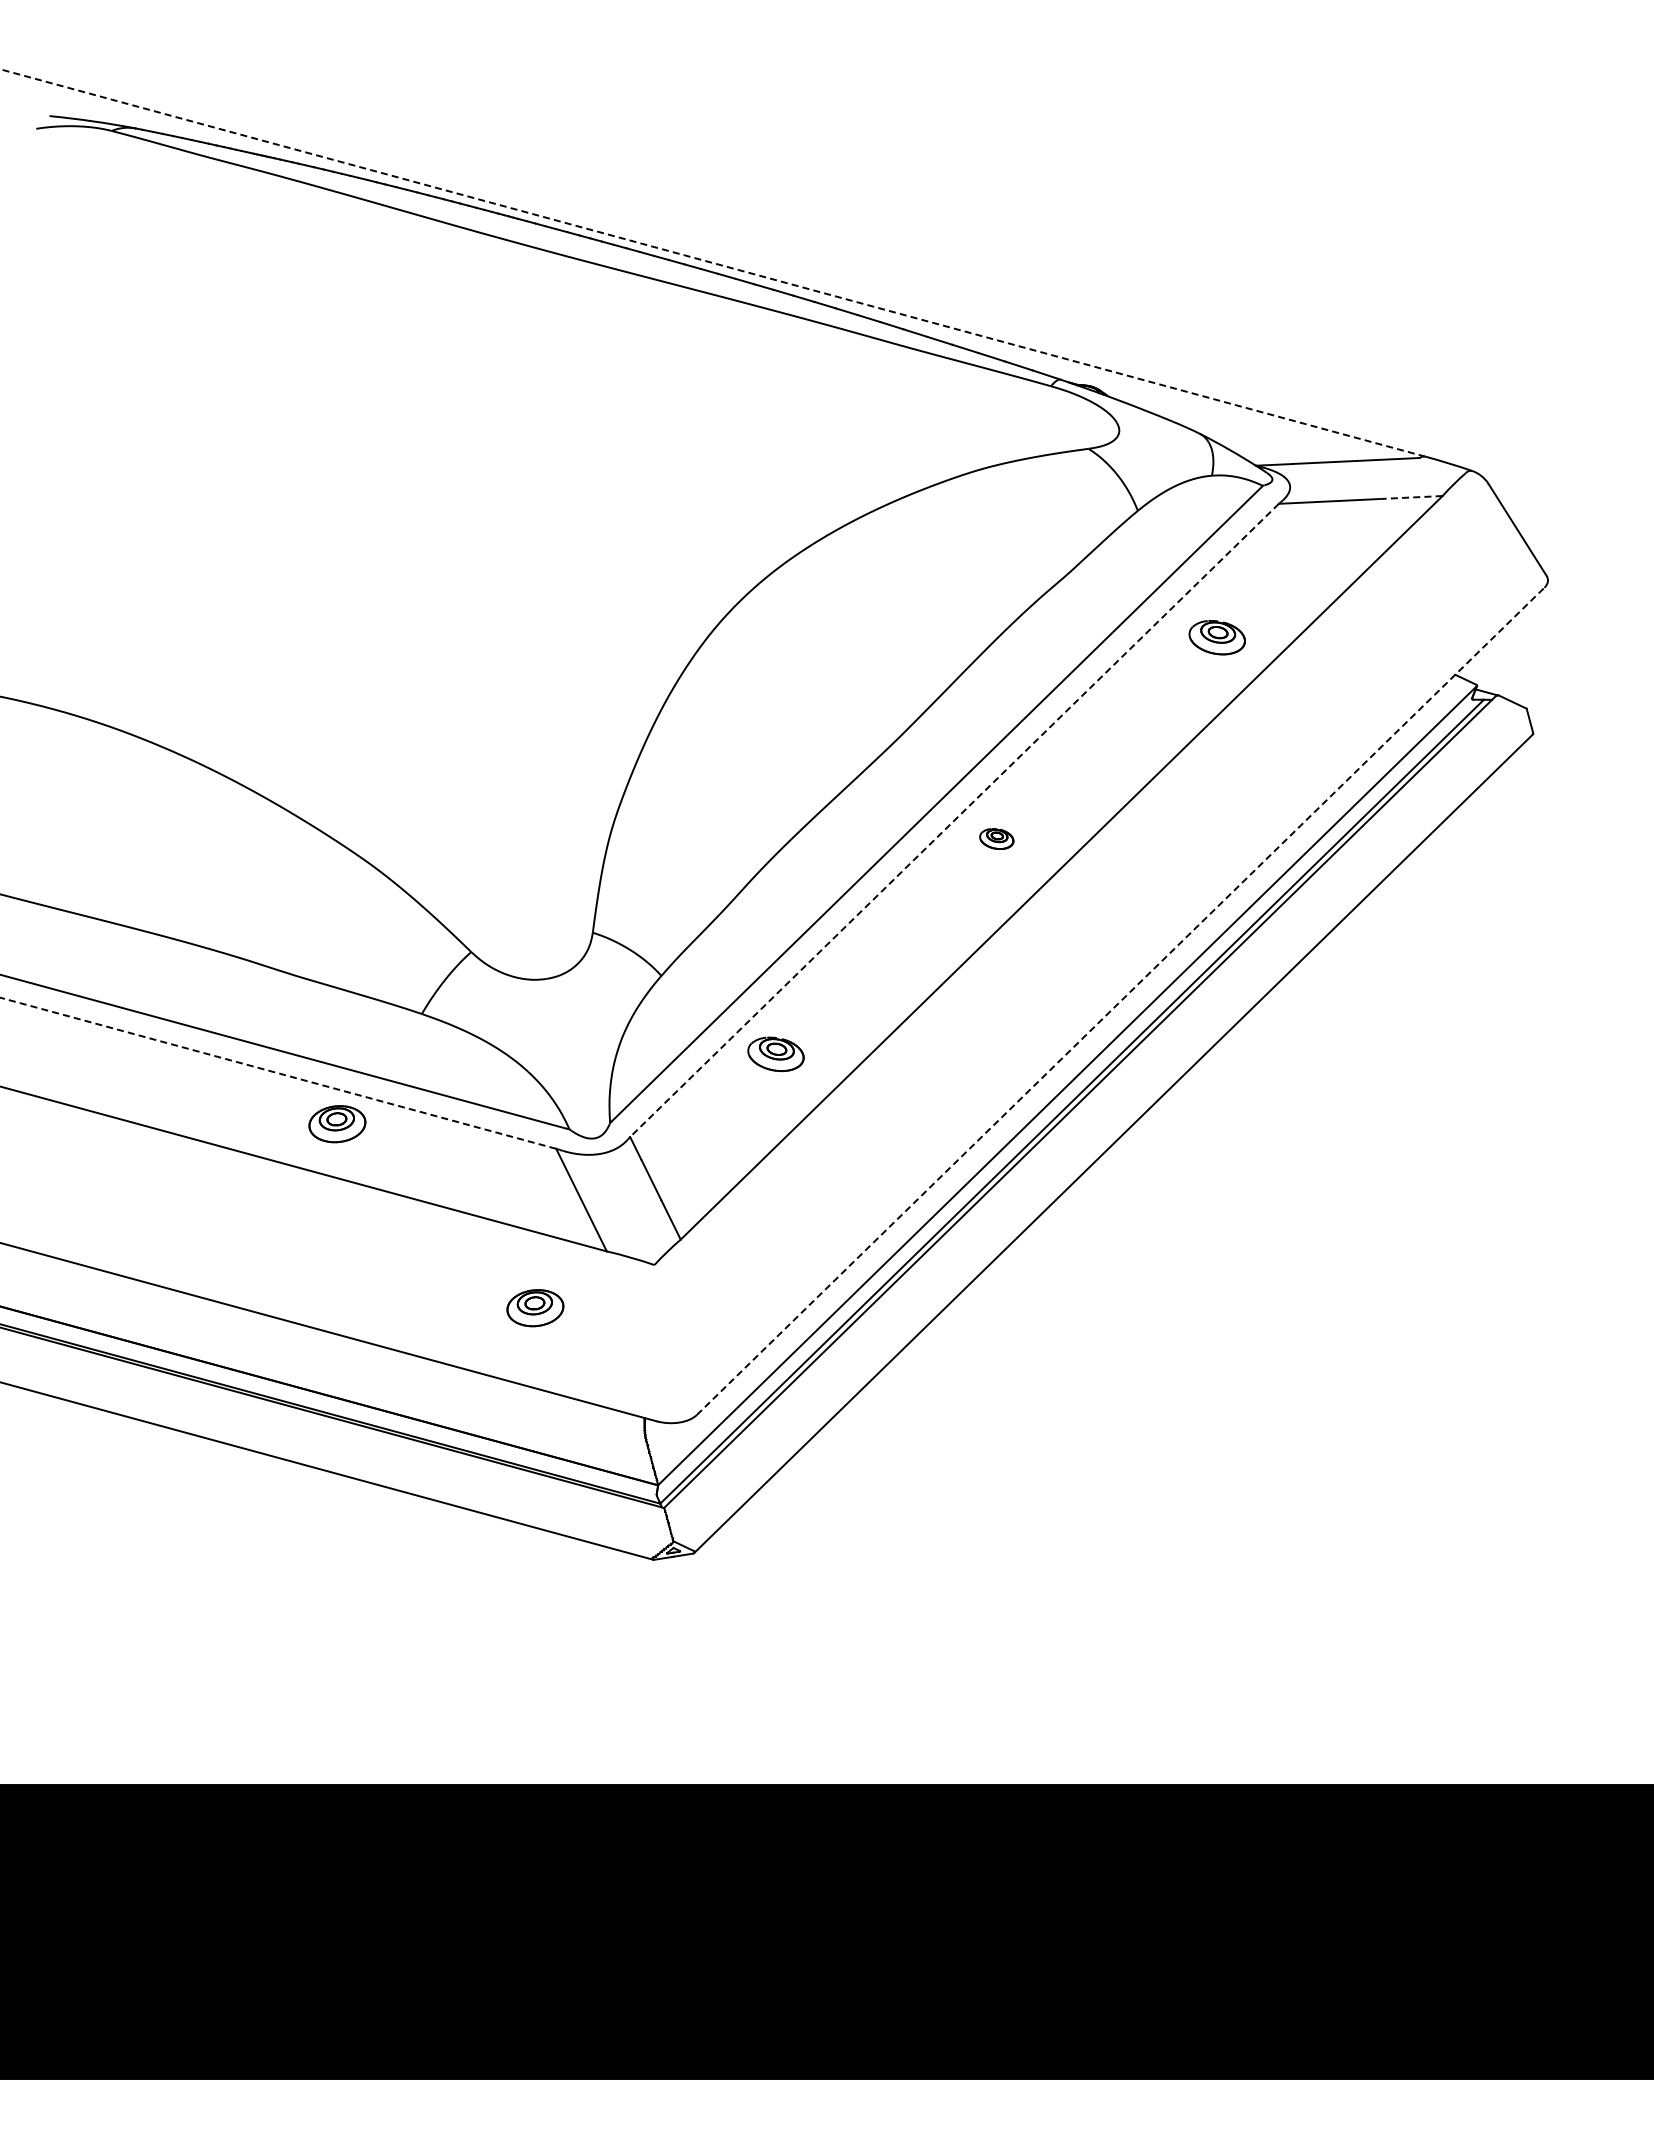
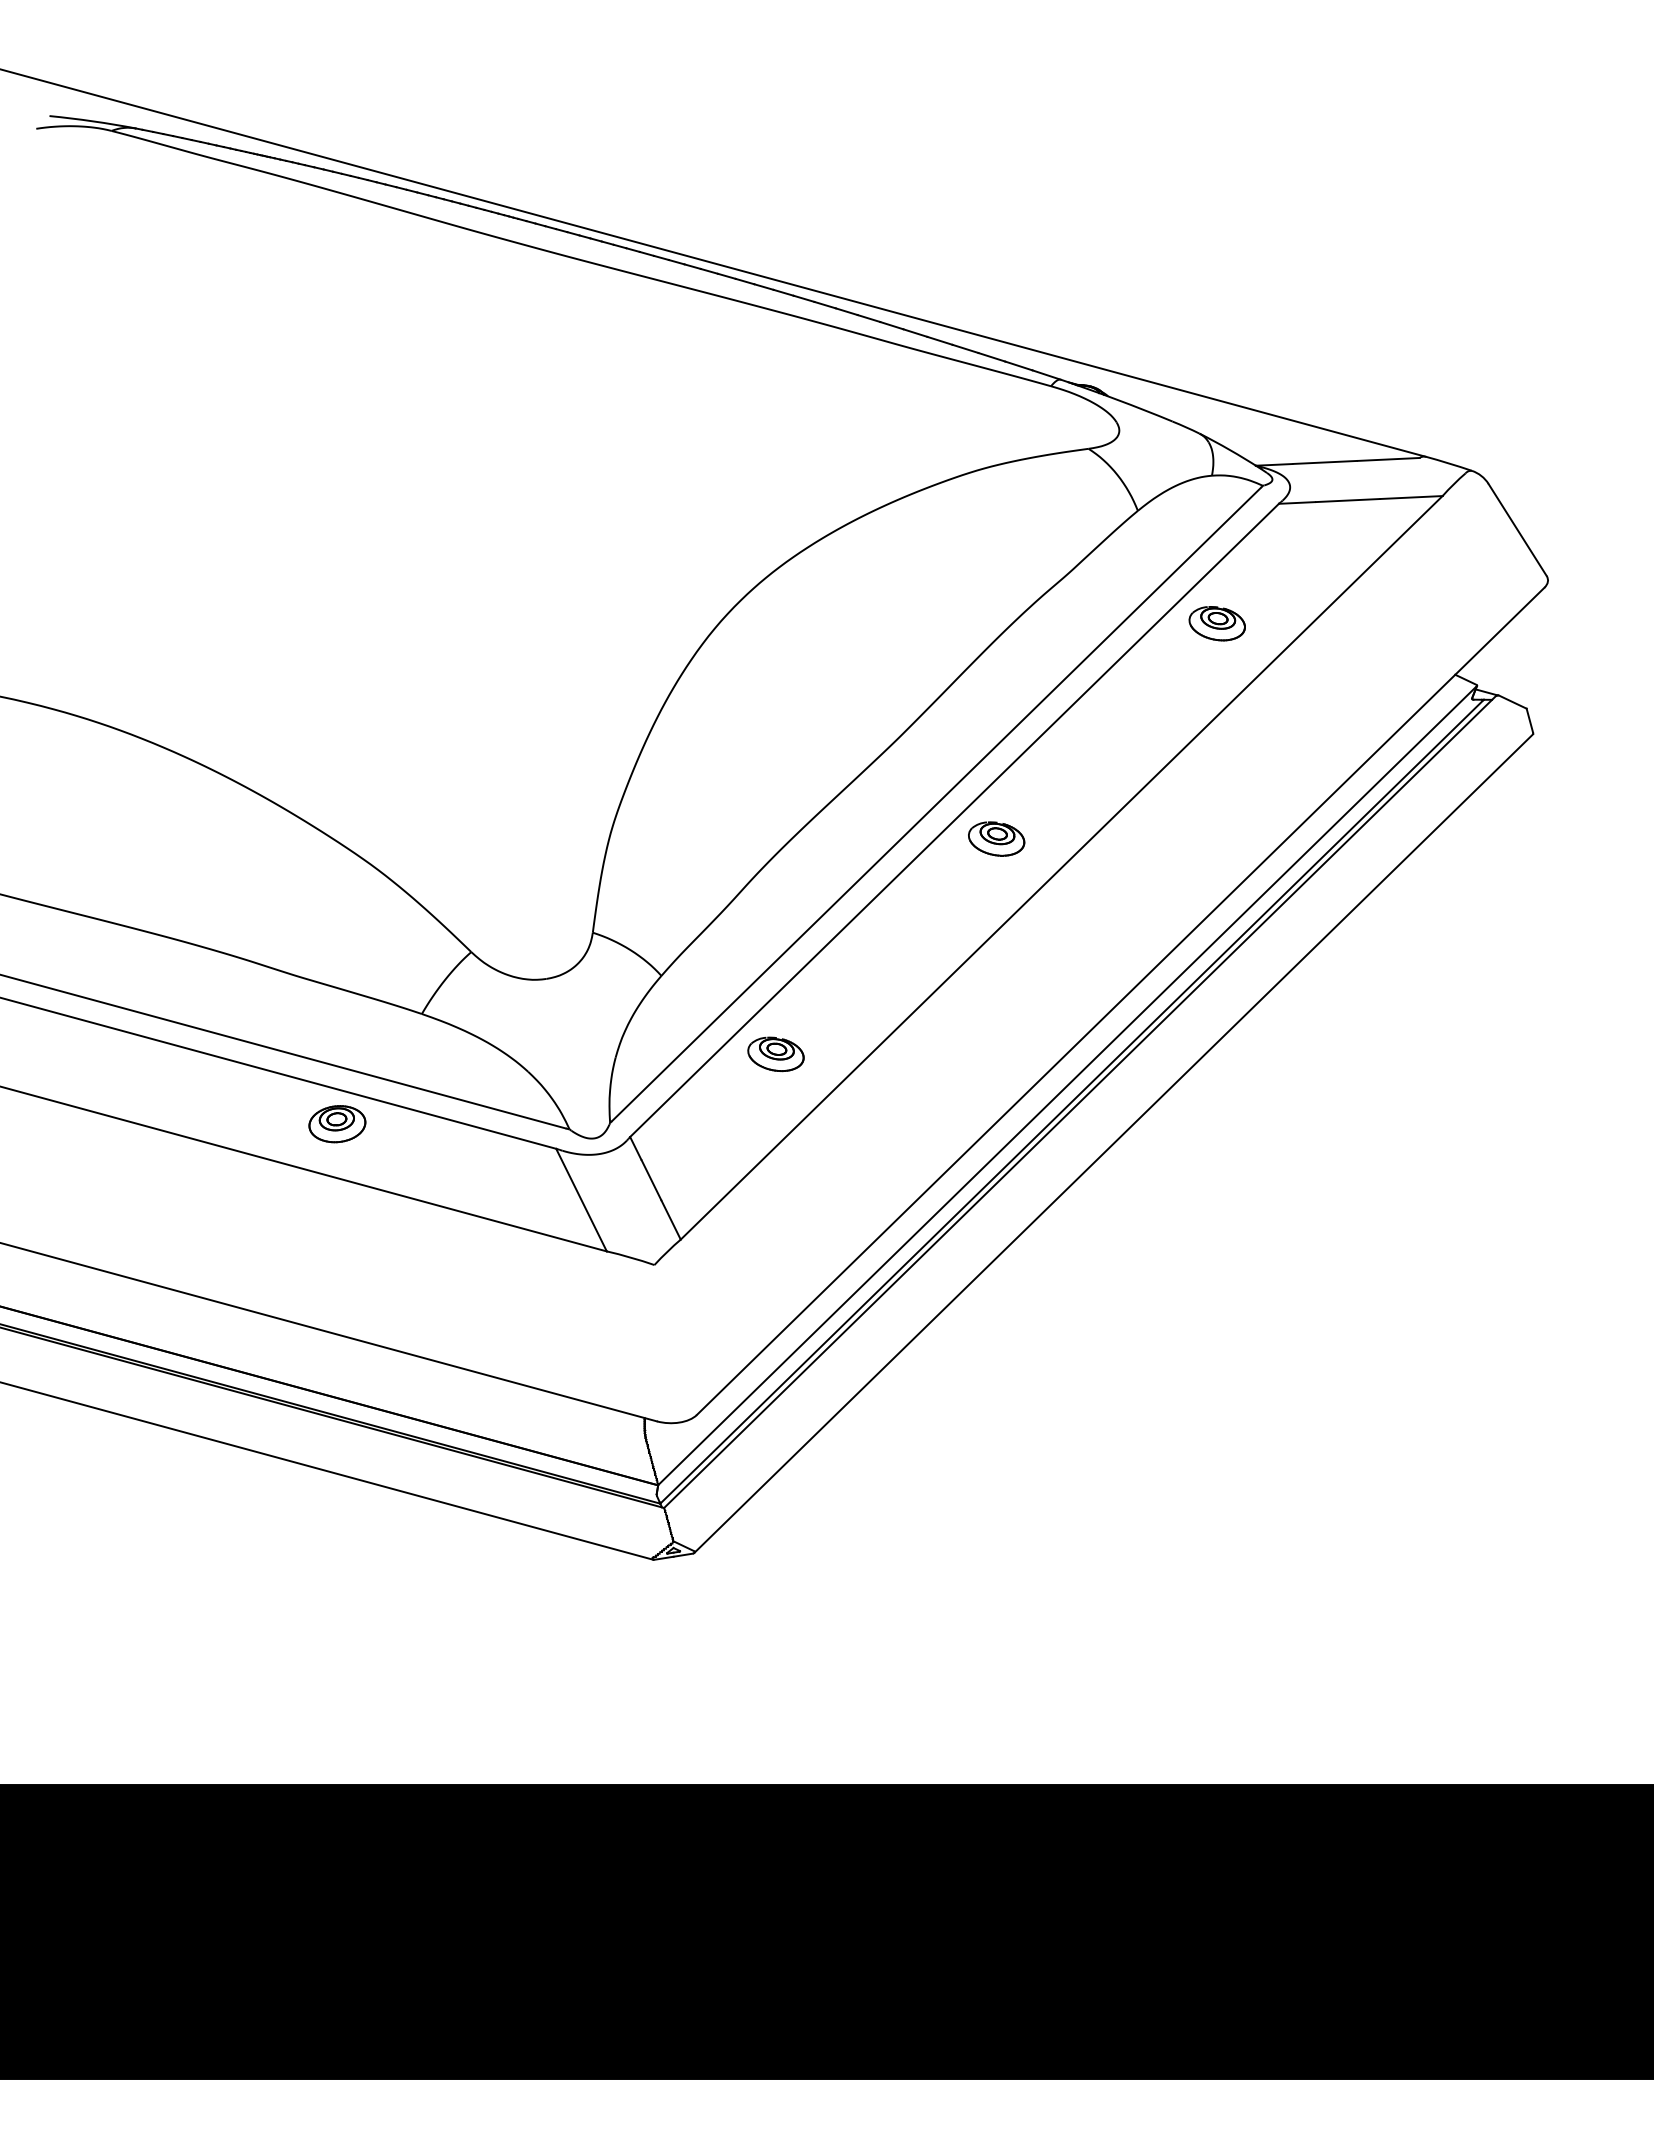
line at (712, 262): dashed -> solid
line at (1411, 497): dashed -> solid
part at (1216, 637) position: (1216, 637) -> (1216, 623)
line at (954, 820): dashed -> solid
part at (996, 838) size: 36x22 px -> 58x36 px
line at (1121, 1001): dashed -> solid
line at (278, 1073): dashed -> solid
part at (535, 1308): present -> none
